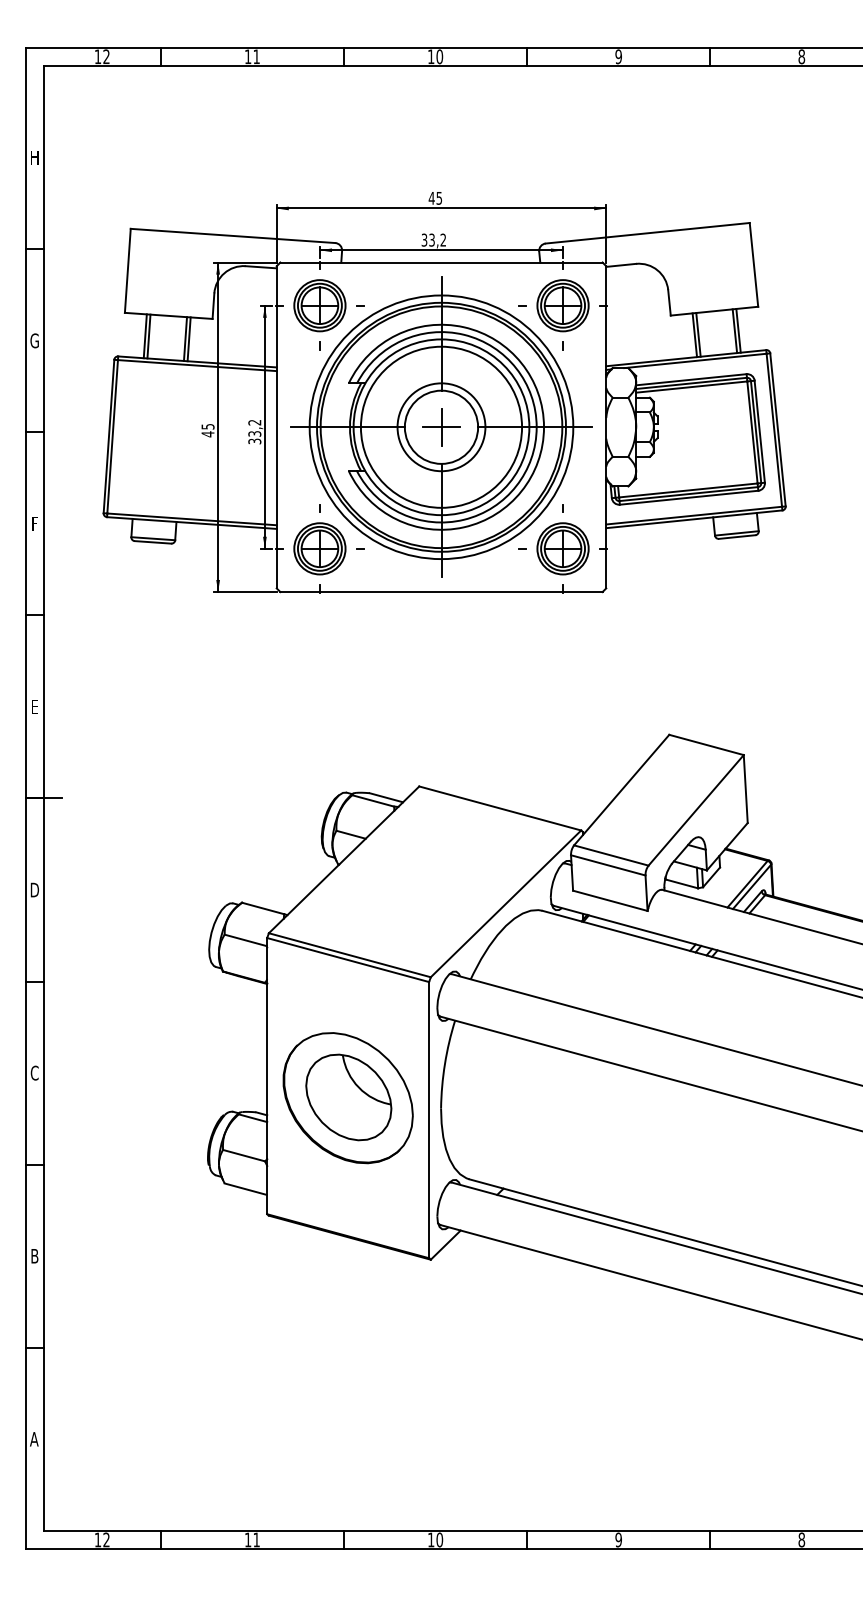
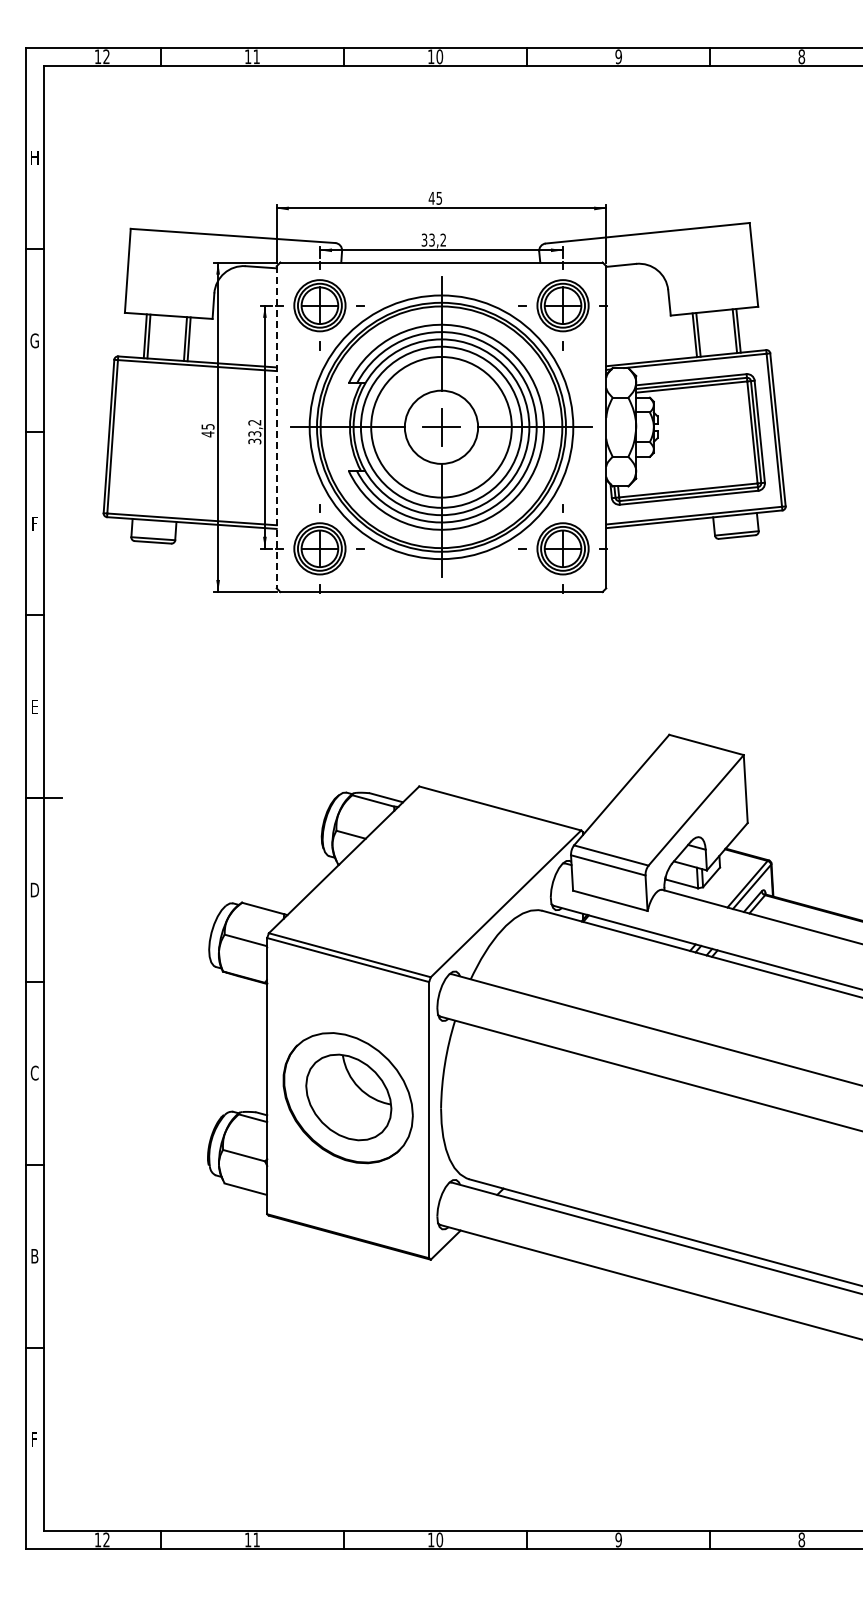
line at (276, 427): solid -> dashed
circle at (441, 427) diameter: 88 px -> 141 px
text at (34, 1439): A -> F
